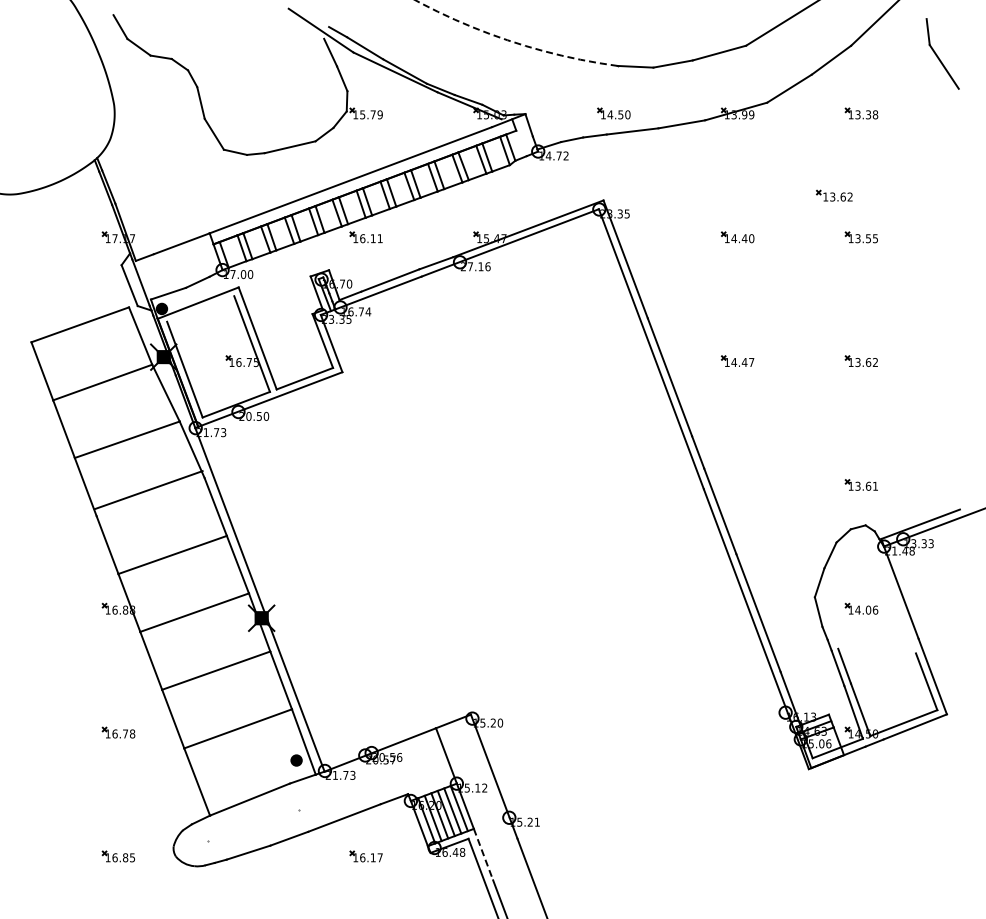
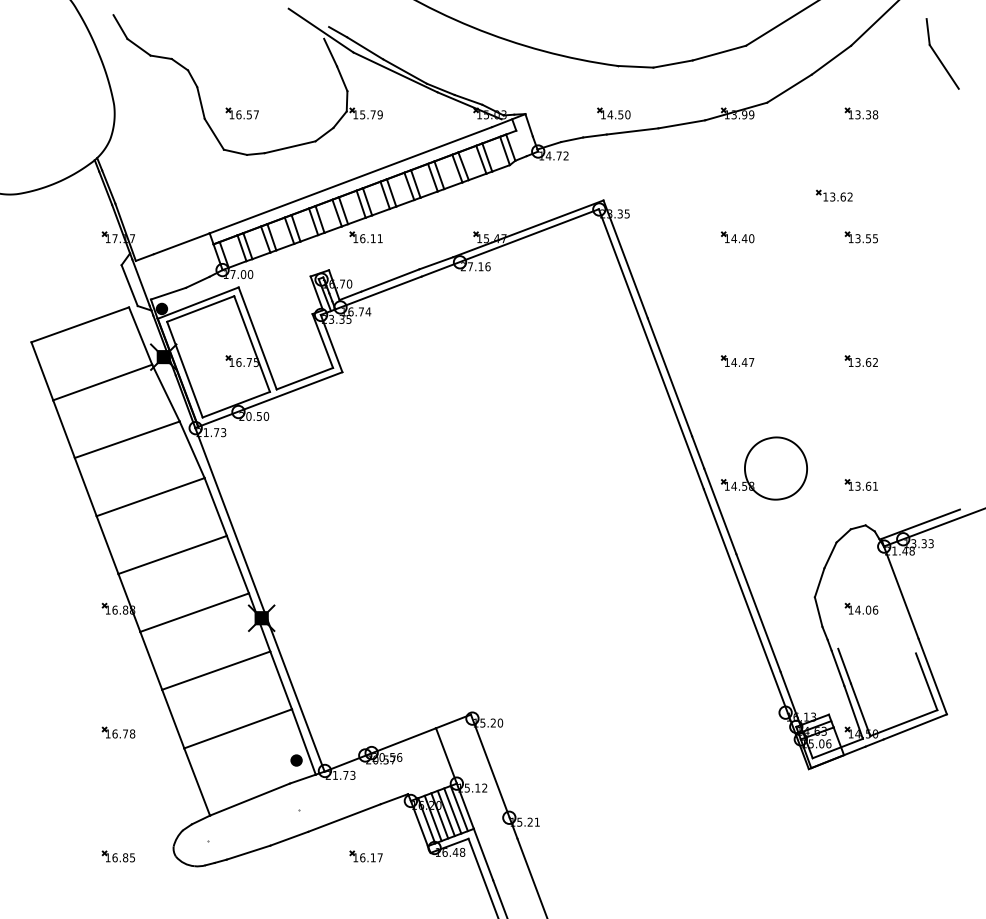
arc at (512, 41): dashed -> solid
part at (241, 113): none -> present
line at (200, 308): none -> present
part at (763, 468): none -> present
line at (148, 490) position: (148, 490) -> (150, 497)
line at (483, 855): dashed -> solid
